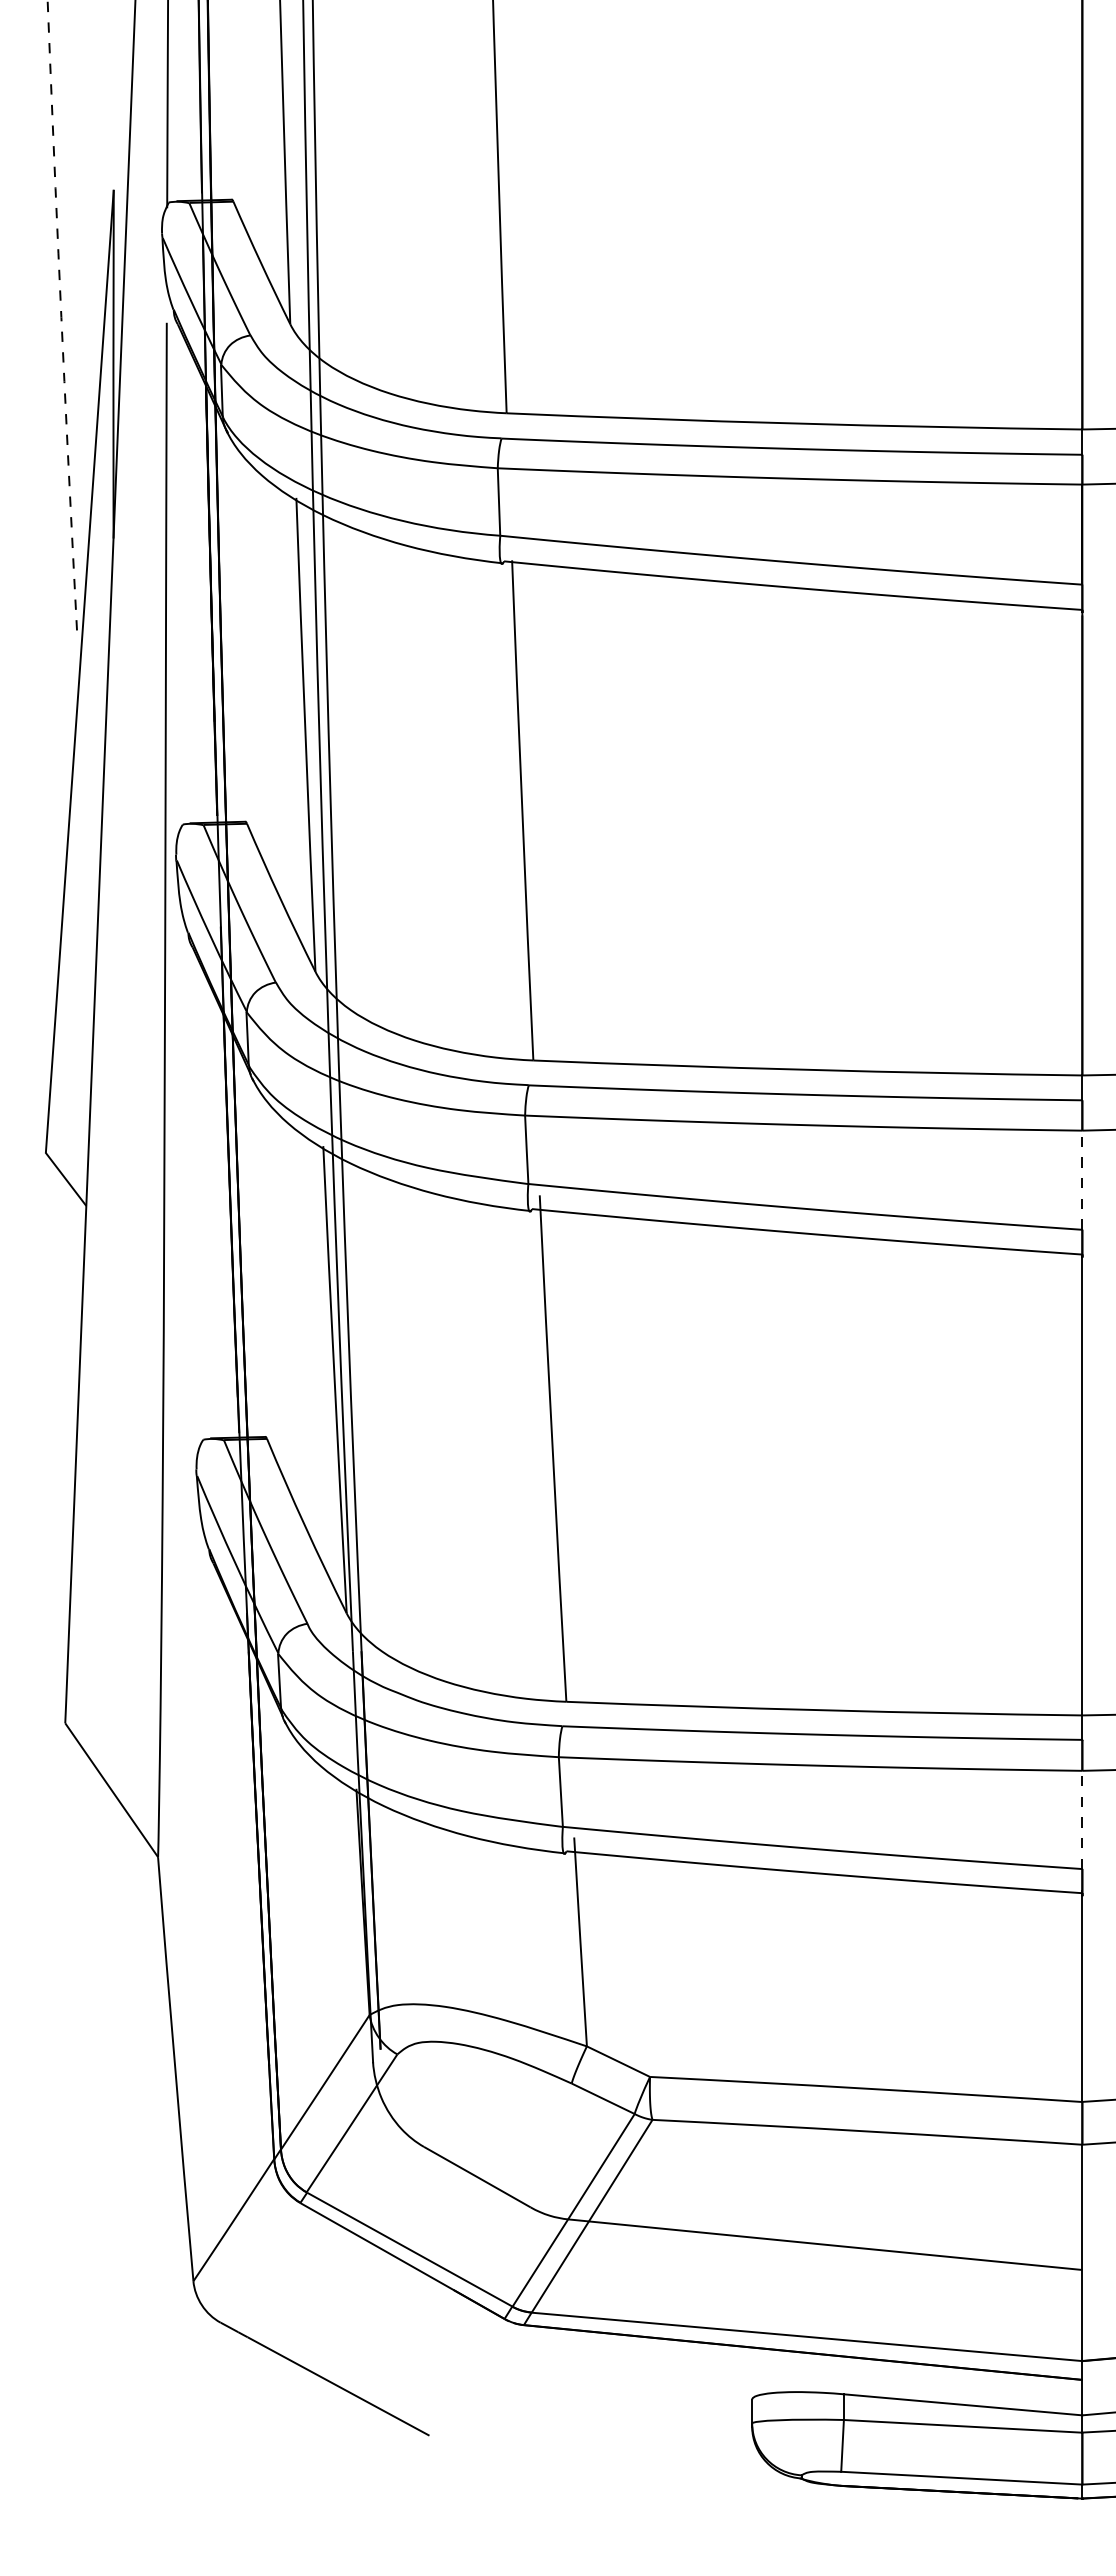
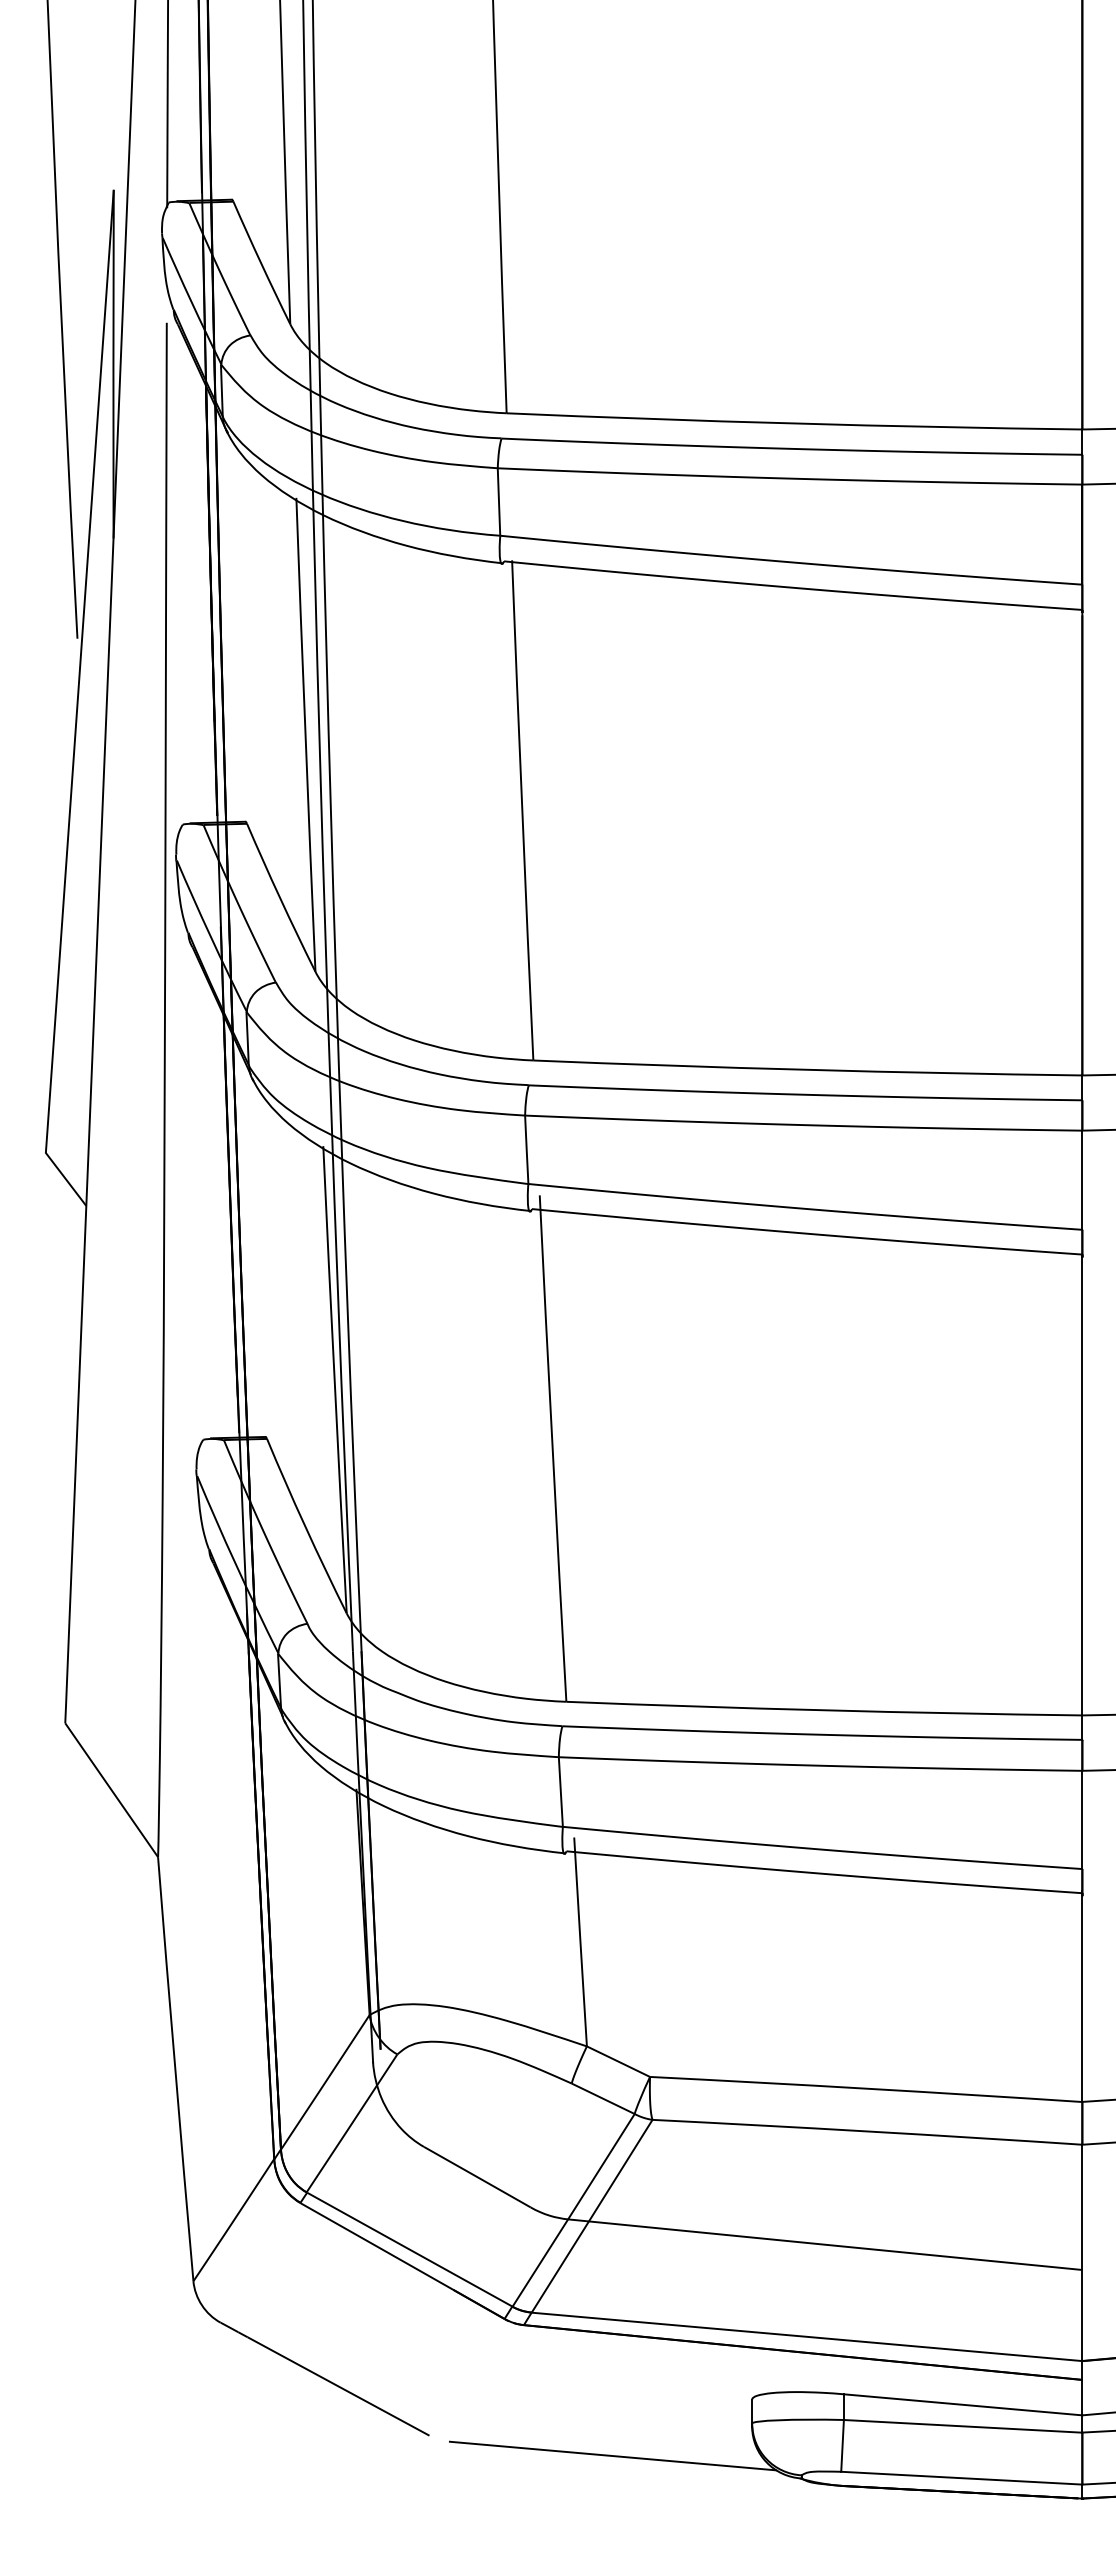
arc at (61, 319): dashed -> solid
line at (1082, 1179): dashed -> solid
line at (1082, 1819): dashed -> solid
line at (612, 2455): none -> present
